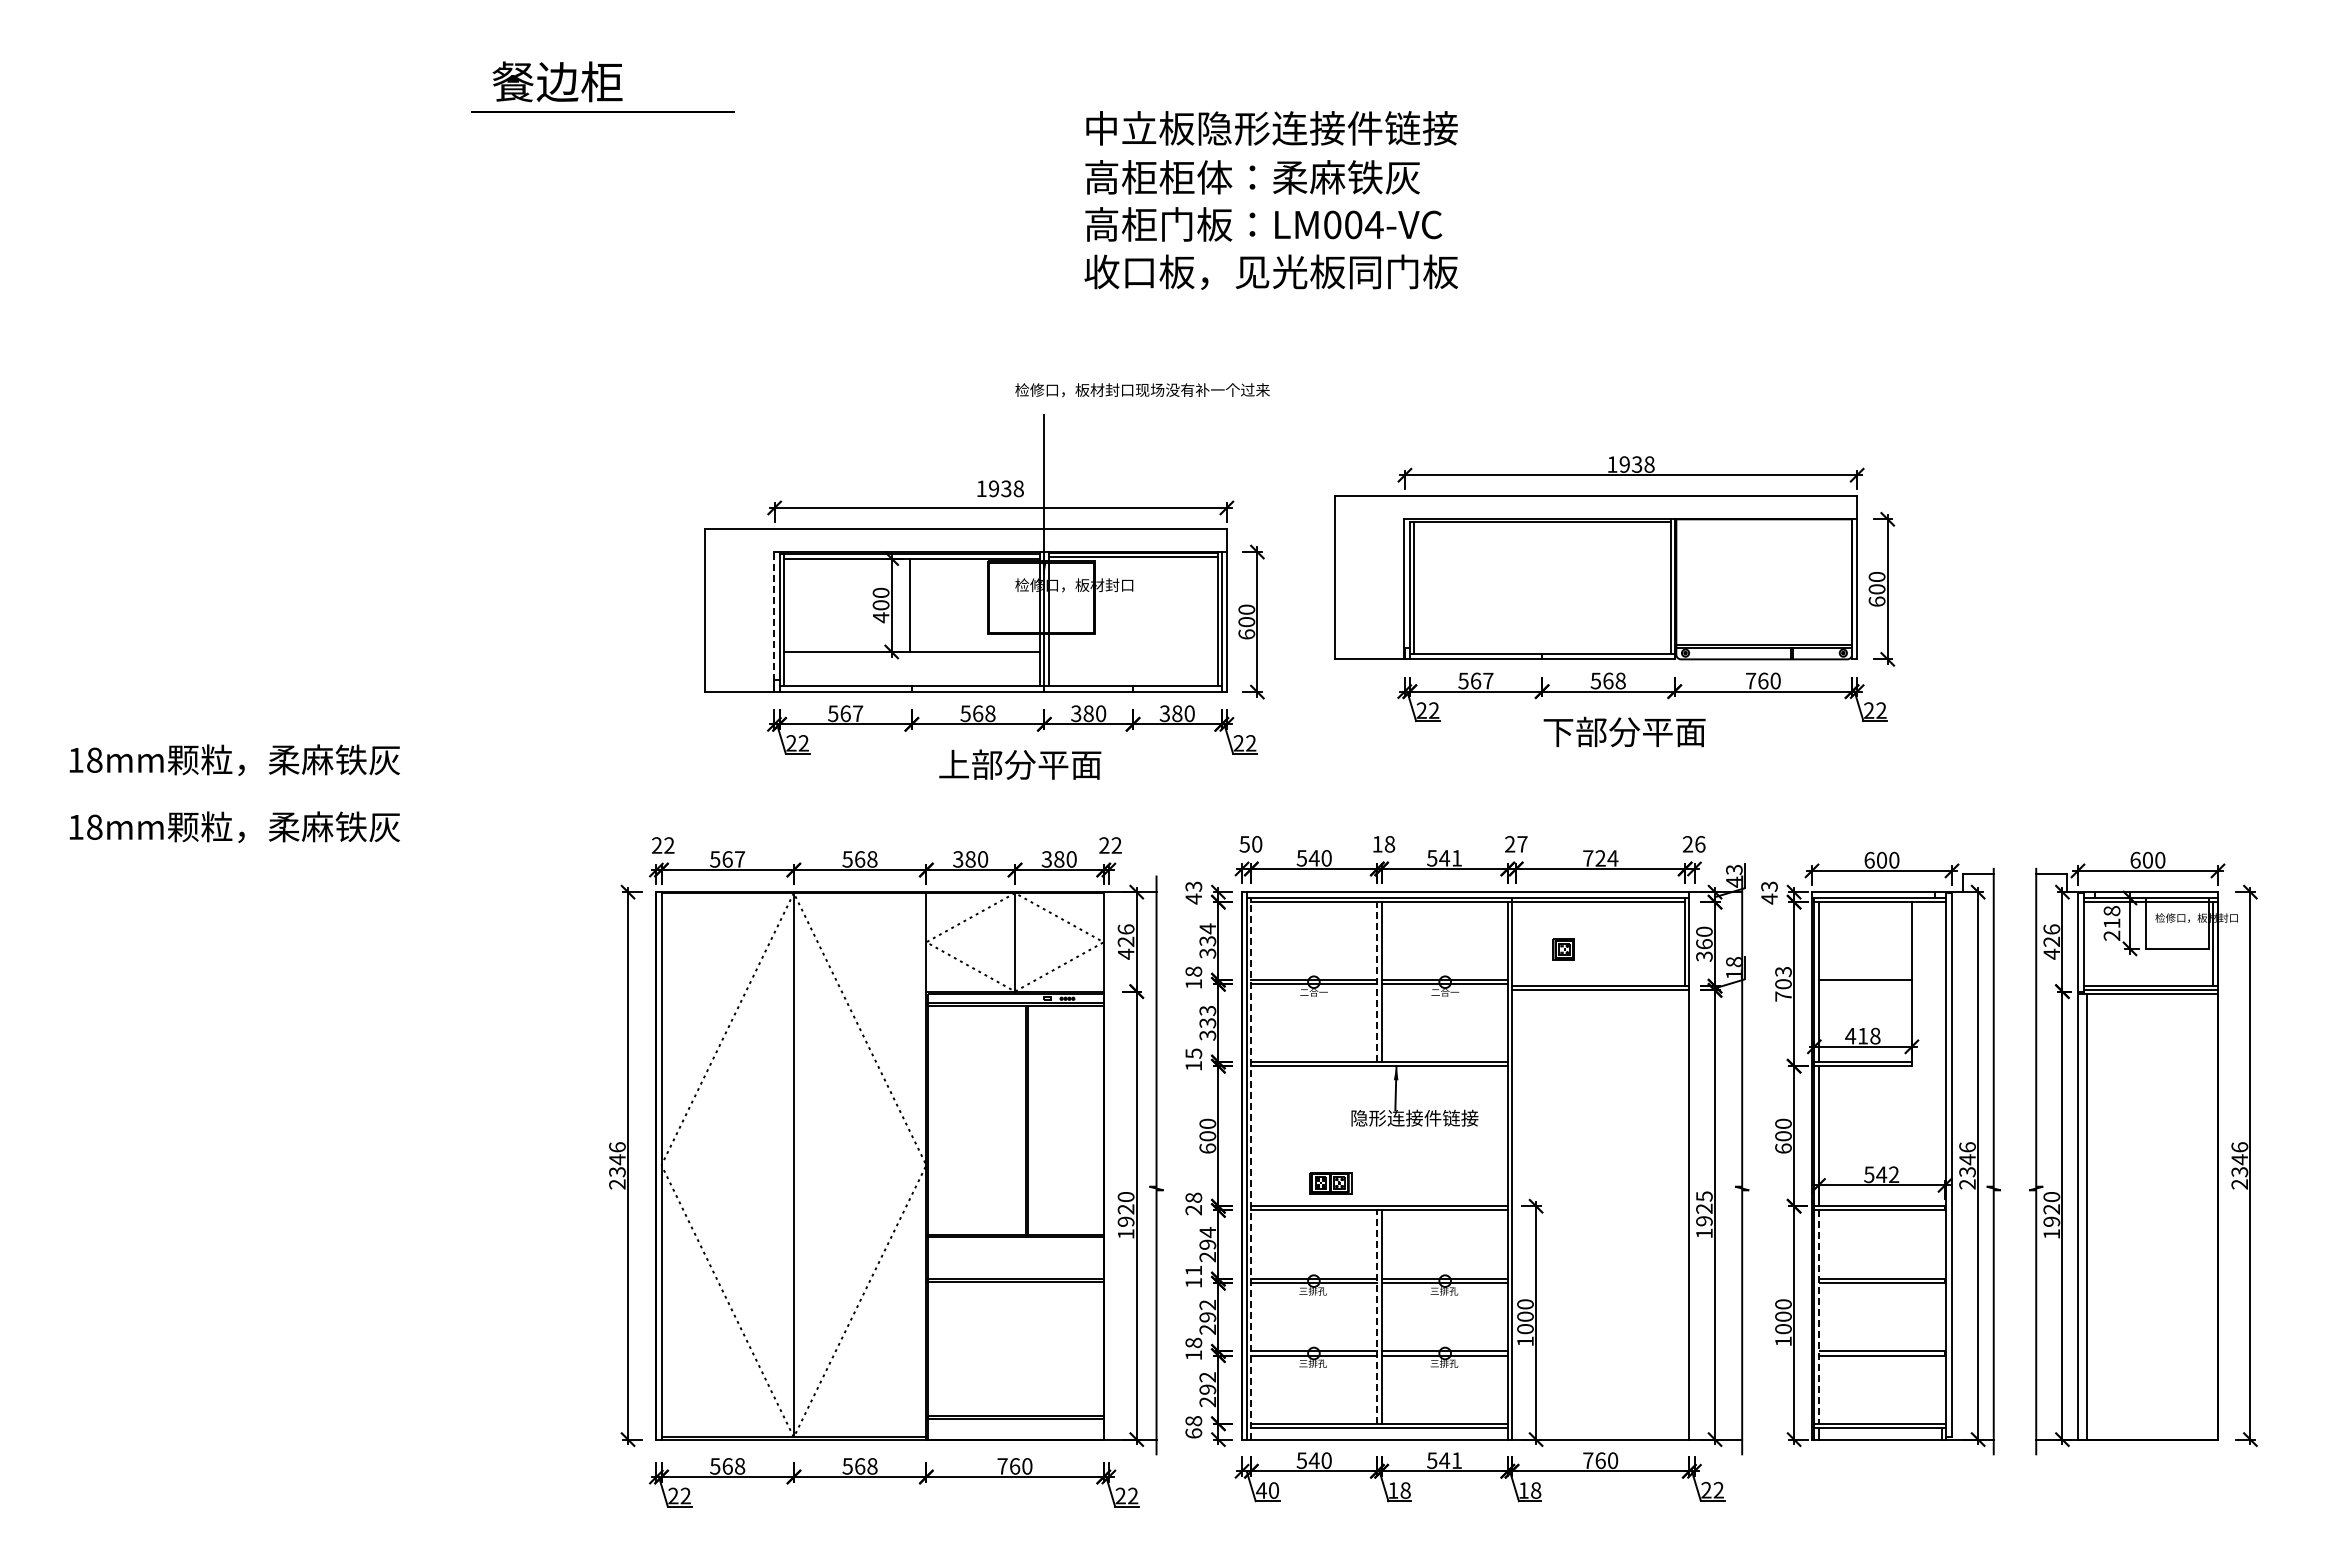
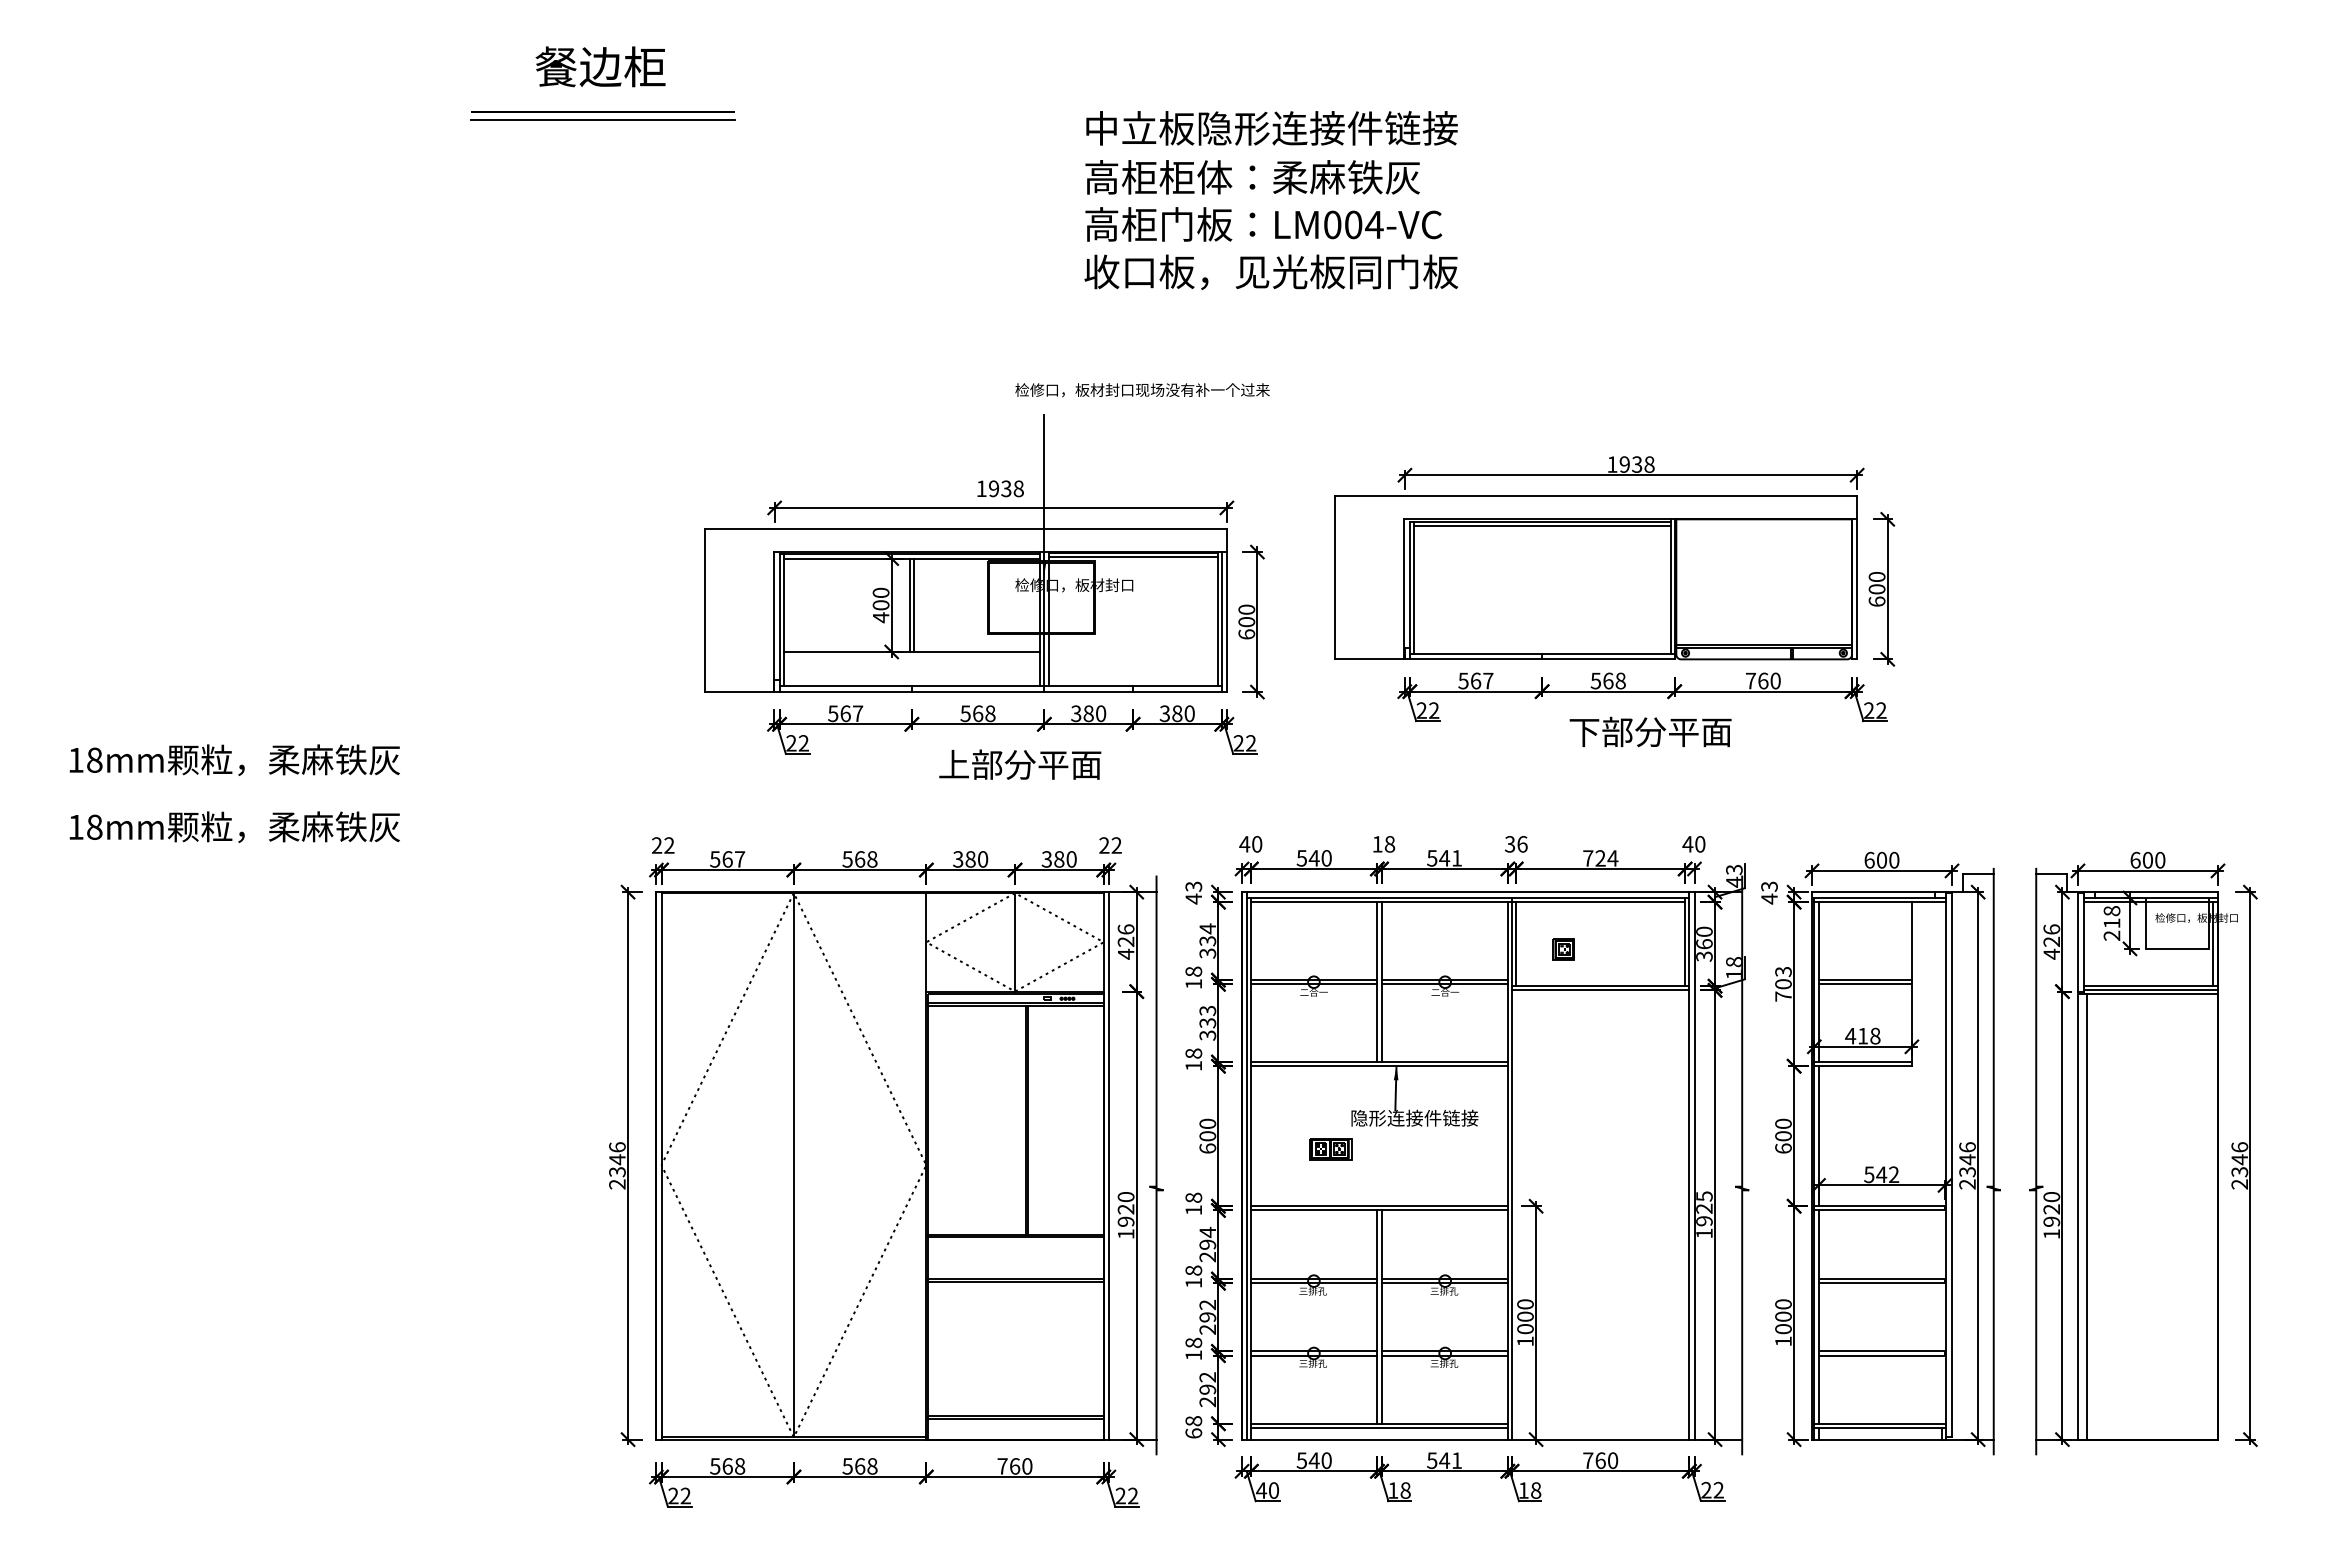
text at (557, 81) position: (557, 81) -> (600, 66)
line at (602, 120): none -> present
line at (1542, 525): none -> present
line at (913, 604): none -> present
line at (773, 621): dashed -> solid
text at (1624, 731) position: (1624, 731) -> (1650, 731)
text at (1244, 844): 50 -> 40
text at (1515, 844): 27 -> 36
text at (1693, 844): 26 -> 40
line at (1516, 944): none -> present
line at (1377, 982): dashed -> solid
line at (1864, 984): none -> present
text at (1193, 1053): 15 -> 18
line at (1108, 1165): none -> present
line at (1694, 1165): none -> present
line at (1251, 1168): dashed -> solid
part at (1330, 1183) position: (1330, 1183) -> (1330, 1149)
text at (1193, 1210): 28 -> 18
text at (1193, 1270): 11 -> 18
line at (1377, 1317): dashed -> solid
line at (1818, 1317): dashed -> solid
